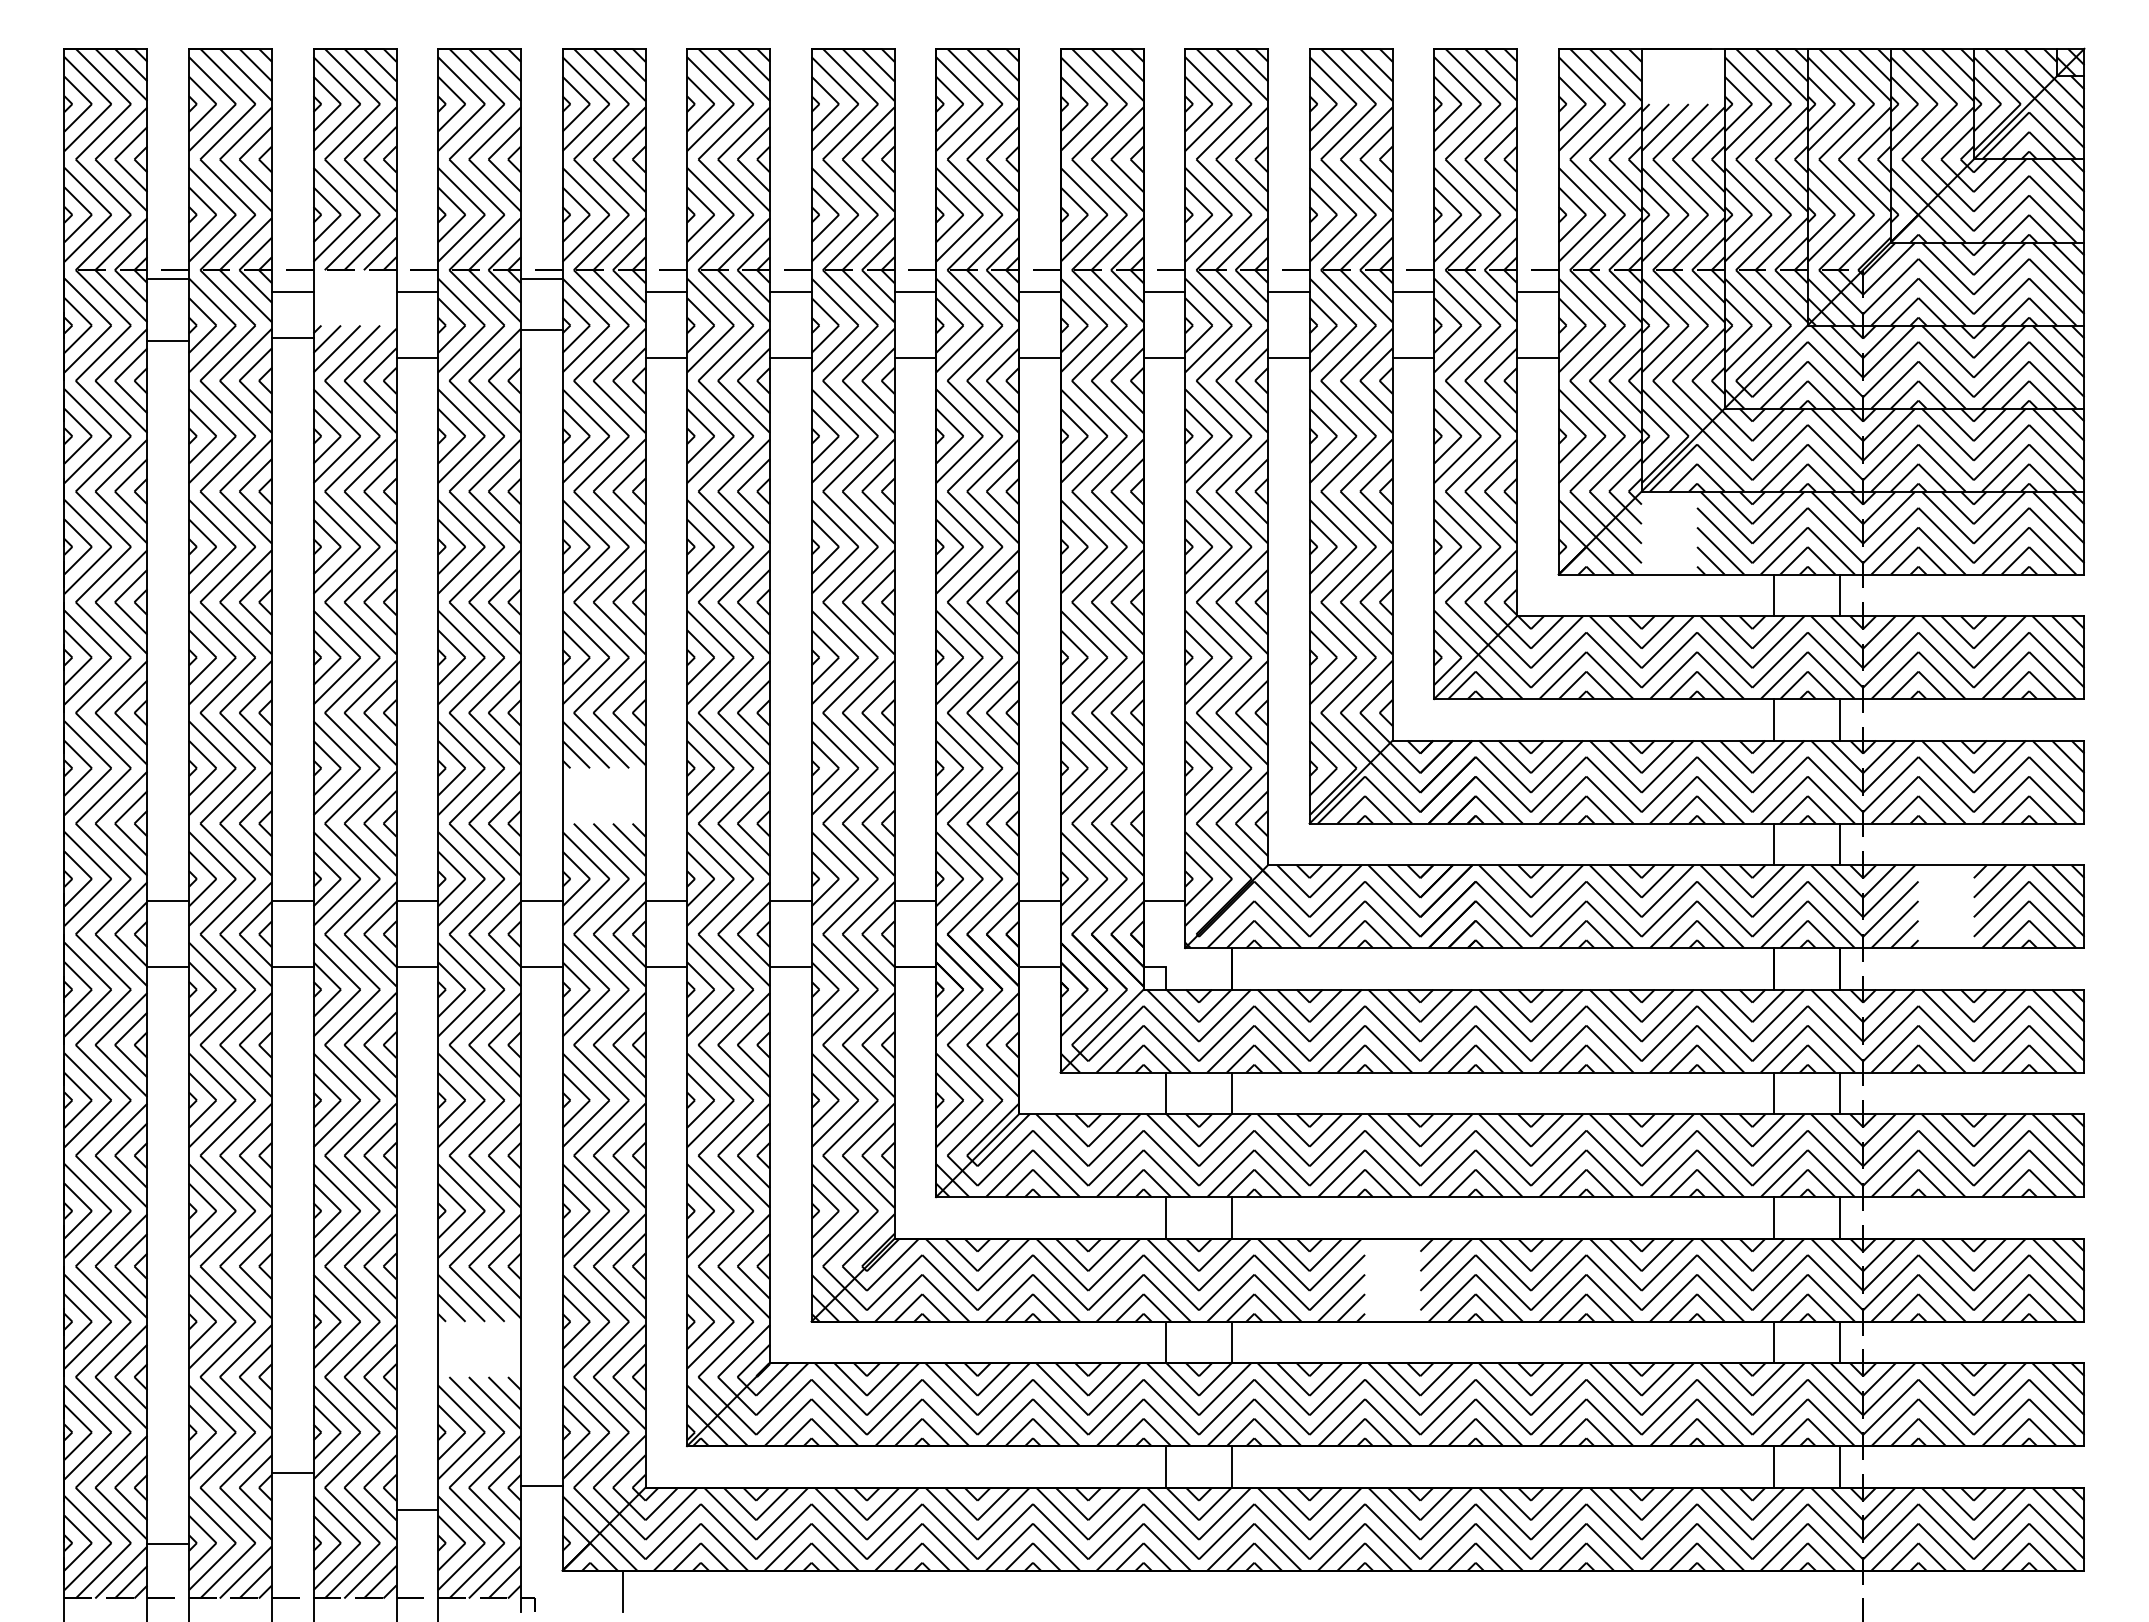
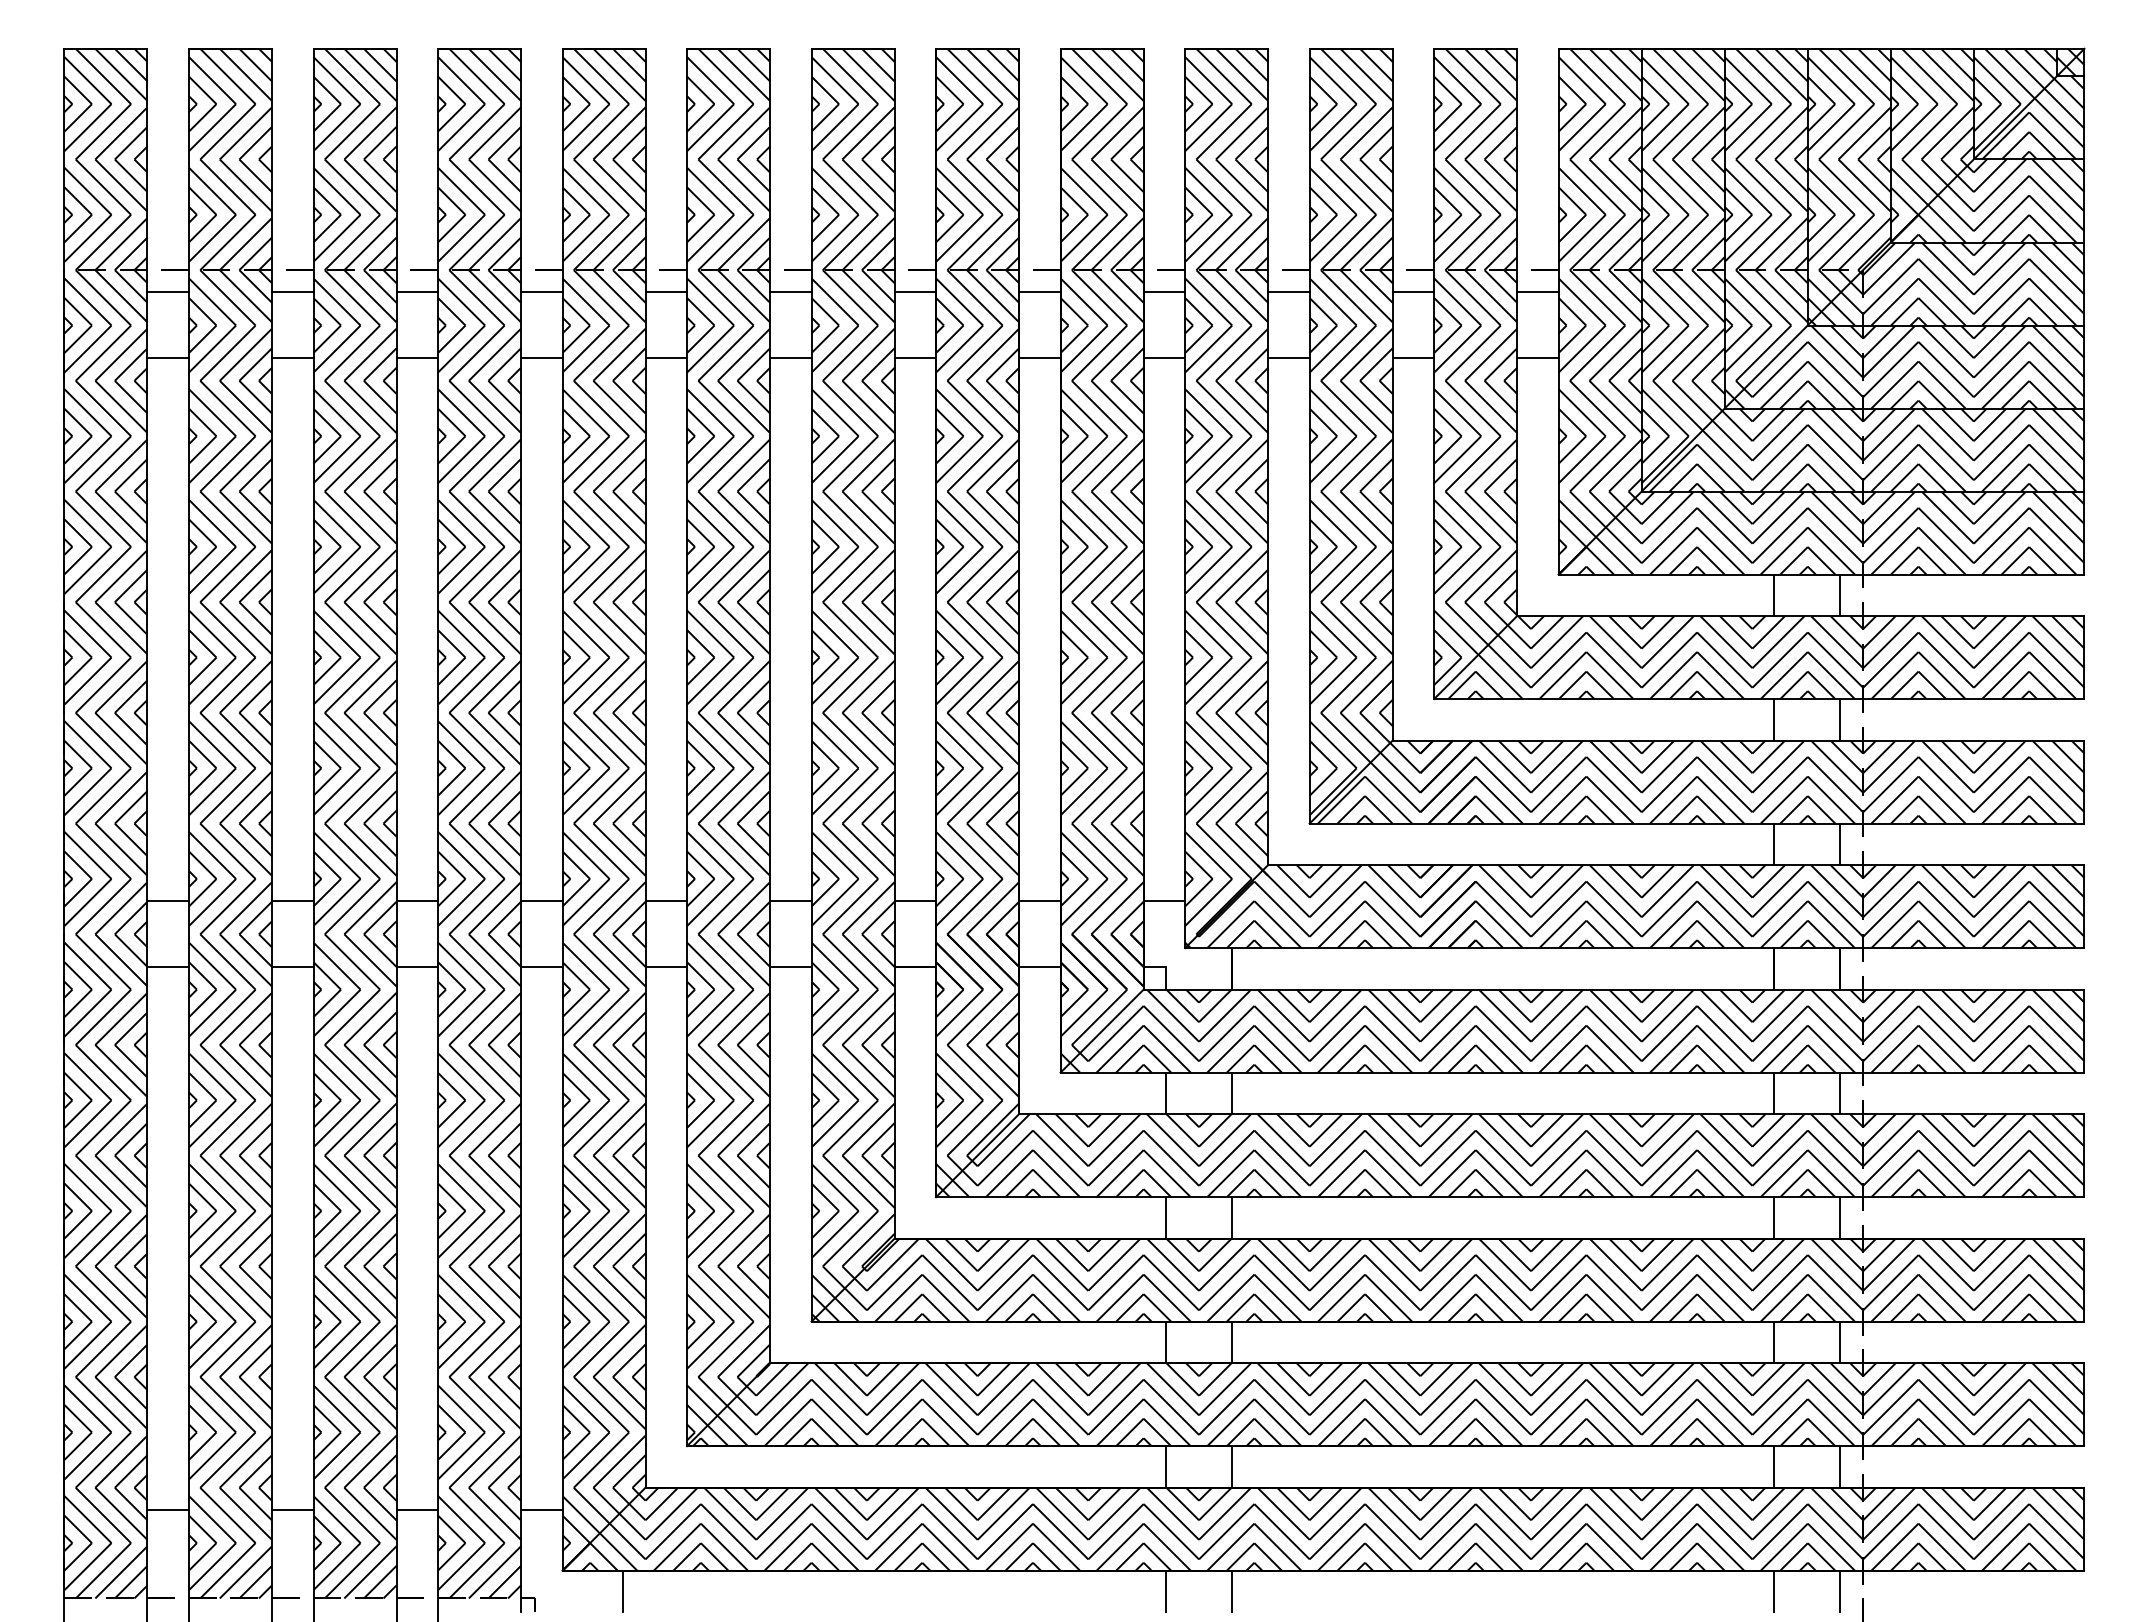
hatch at (1682, 76): none -> present
line at (167, 279) position: (167, 279) -> (167, 292)
line at (541, 279) position: (541, 279) -> (541, 292)
hatch at (354, 297): none -> present
line at (541, 330) position: (541, 330) -> (541, 358)
line at (292, 338) position: (292, 338) -> (292, 358)
line at (167, 341) position: (167, 341) -> (167, 358)
hatch at (1669, 532): none -> present
hatch at (603, 795): none -> present
hatch at (1945, 906): none -> present
hatch at (1392, 1279): none -> present
hatch at (479, 1349): none -> present
line at (292, 1472) position: (292, 1472) -> (292, 1509)
line at (541, 1485) position: (541, 1485) -> (541, 1509)
line at (167, 1543) position: (167, 1543) -> (167, 1509)
line at (1165, 1591): none -> present
line at (1231, 1591): none -> present
line at (1774, 1591): none -> present
line at (1840, 1591): none -> present
